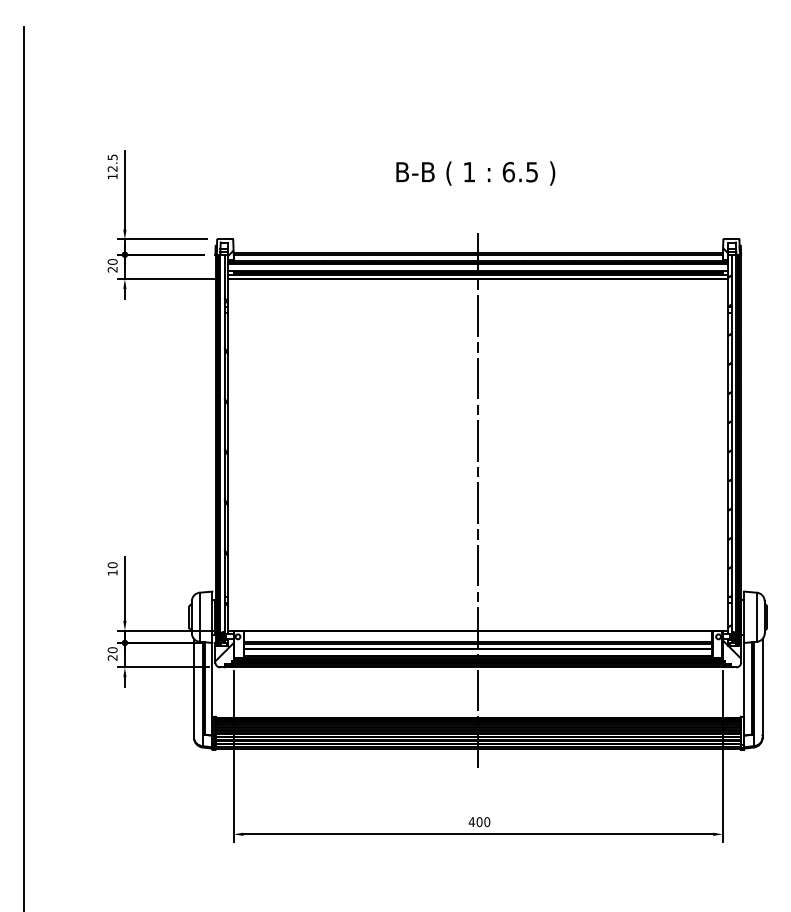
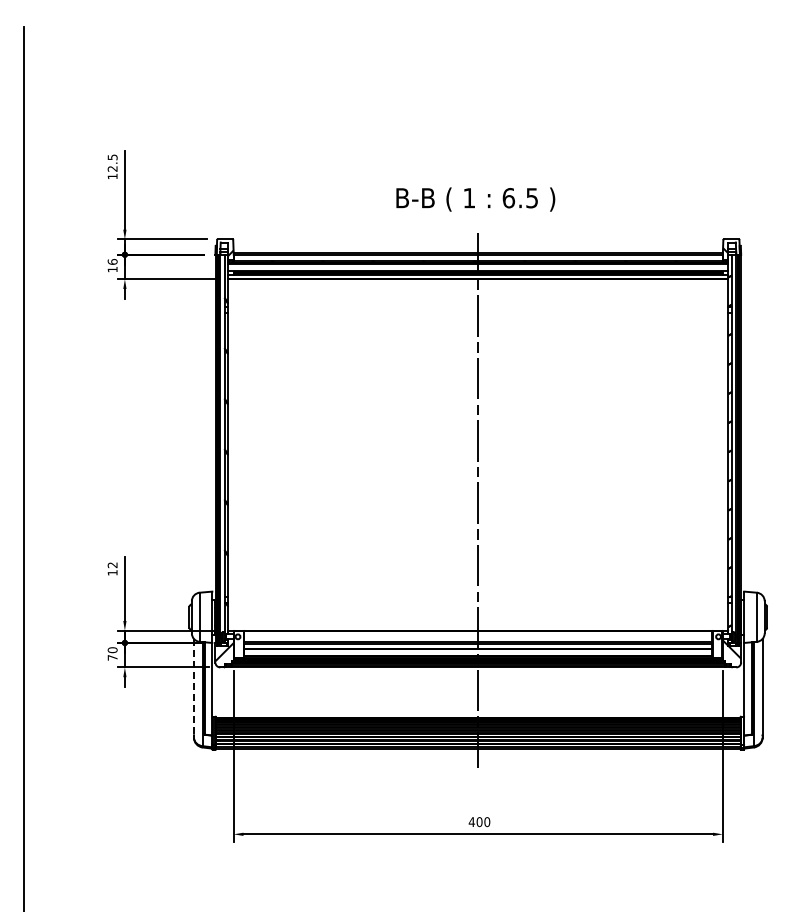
text at (475, 173) position: (475, 173) -> (475, 199)
text at (112, 265): 20 -> 16
text at (112, 565): 10 -> 12
text at (112, 657): 20 -> 70
line at (194, 686): solid -> dashed
